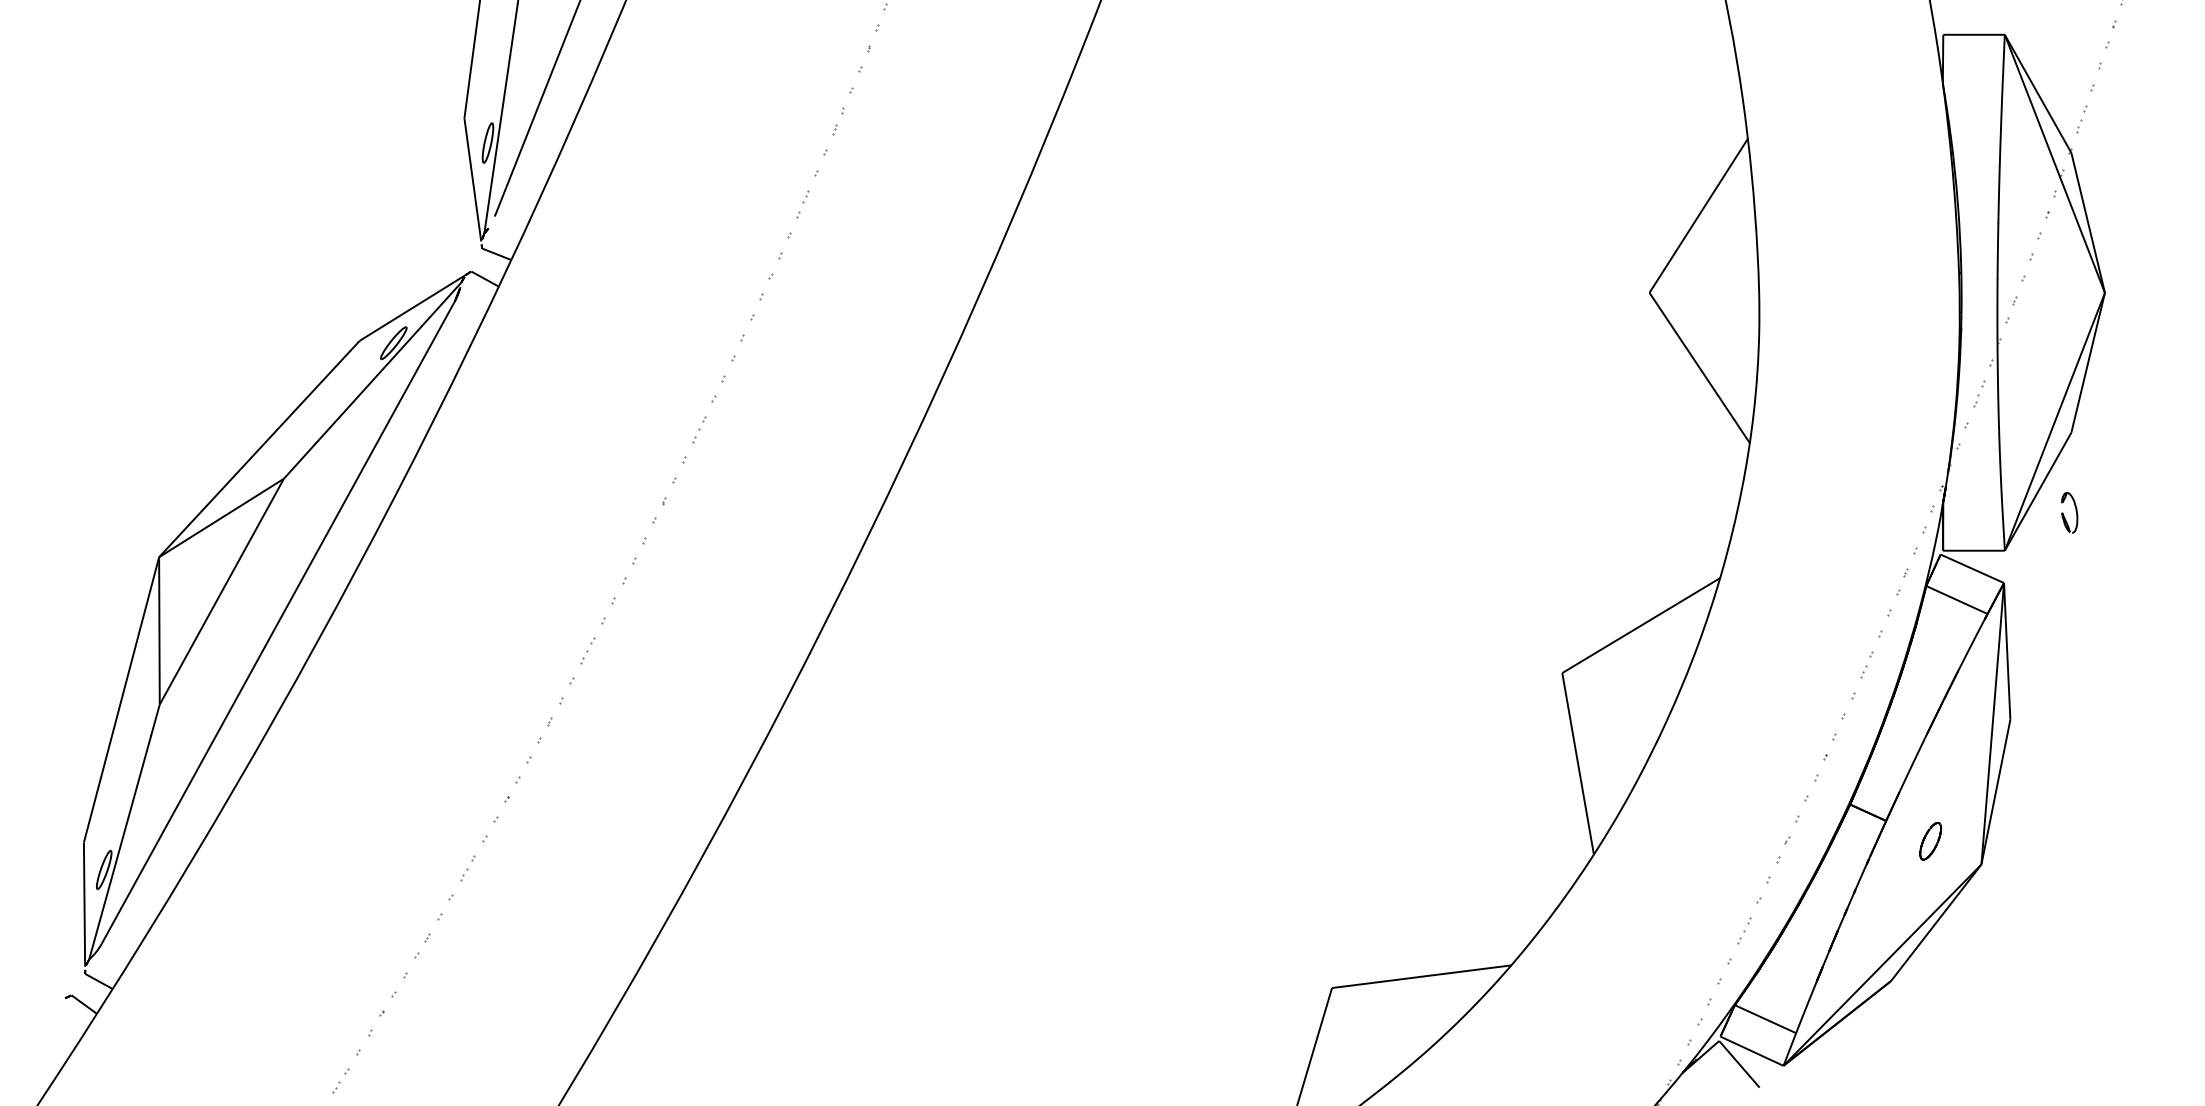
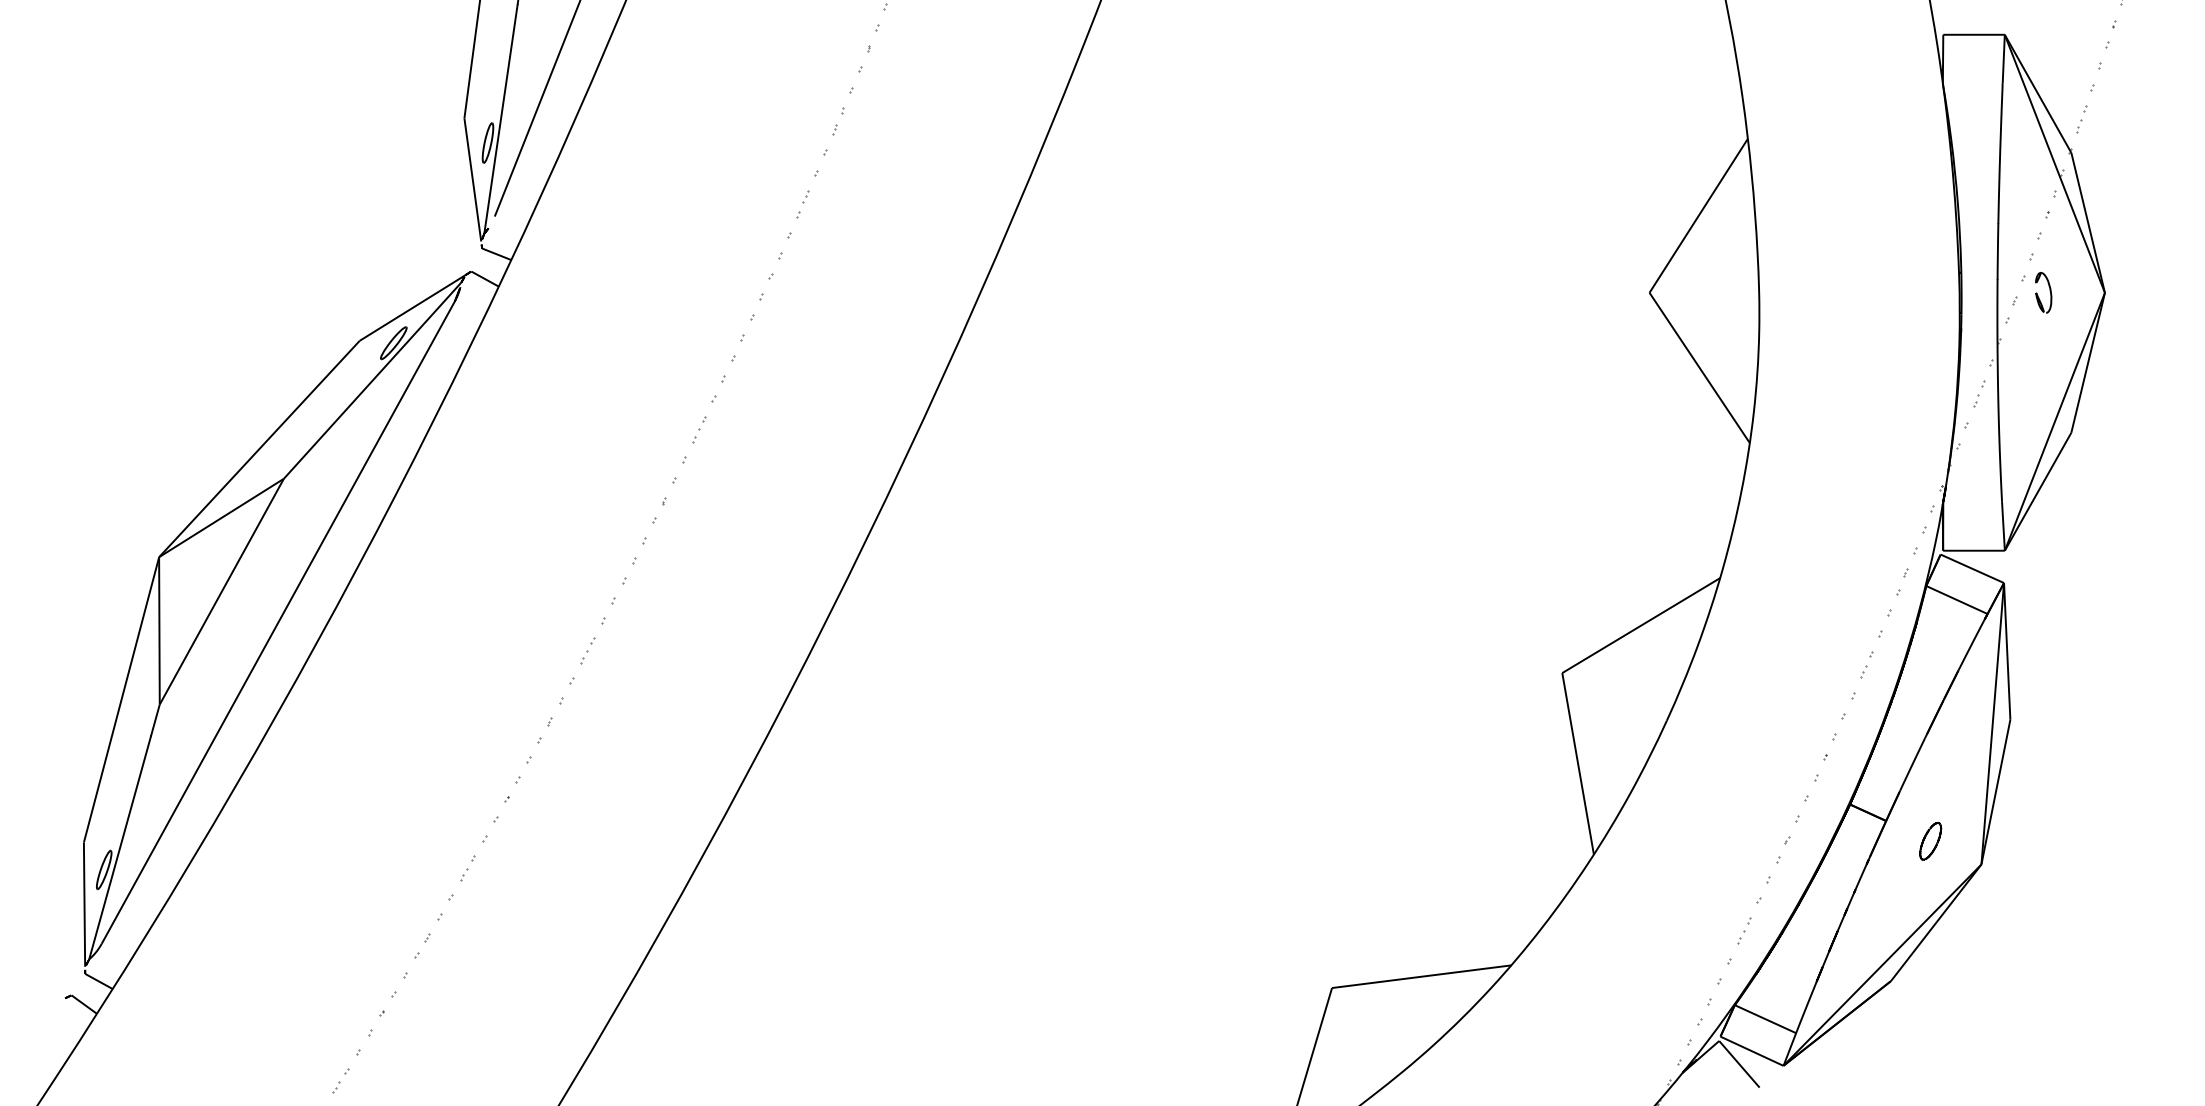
part at (2069, 512) position: (2069, 512) -> (2043, 292)
